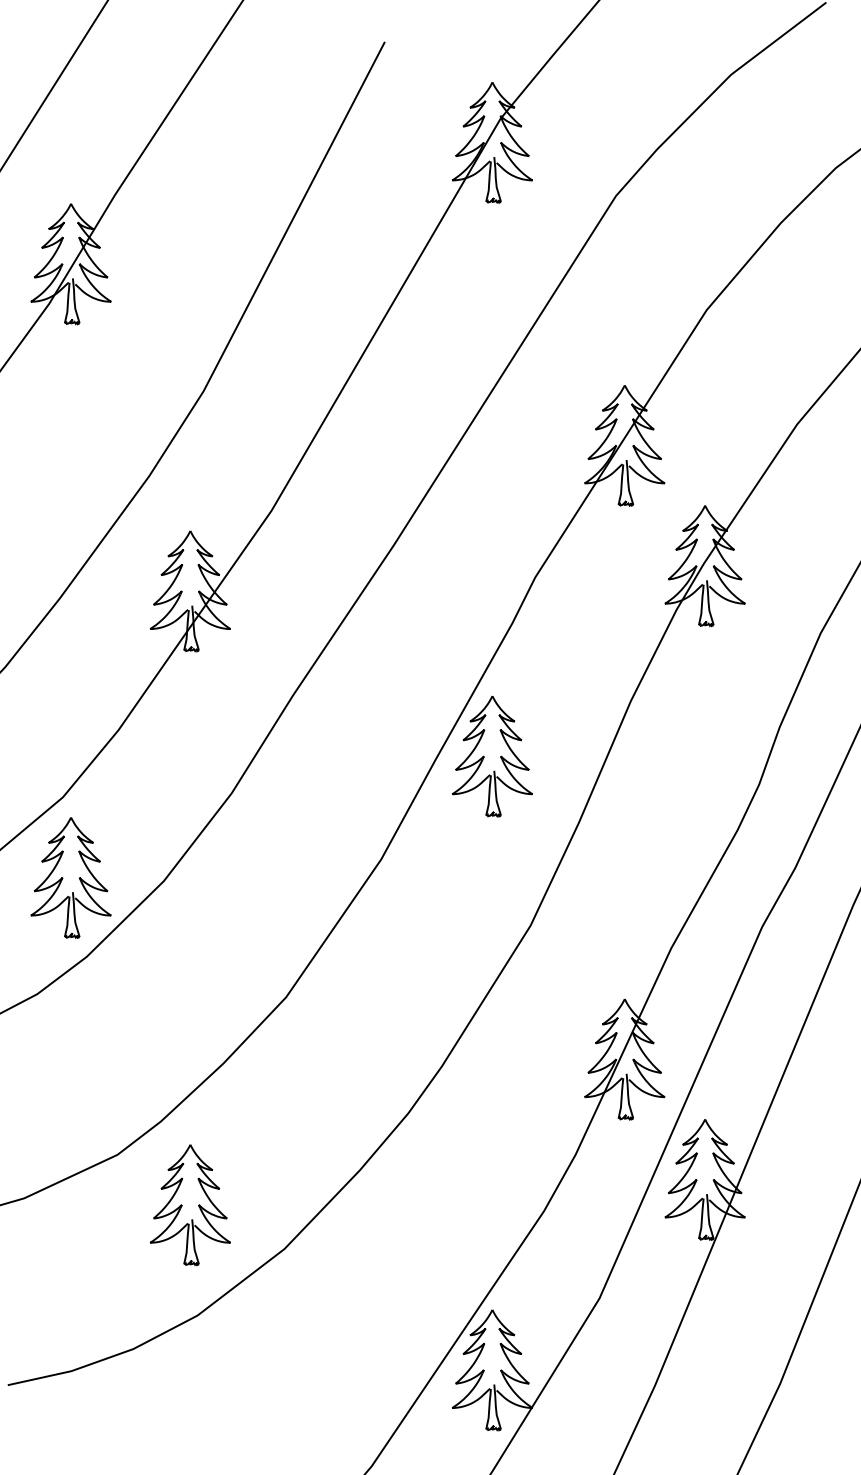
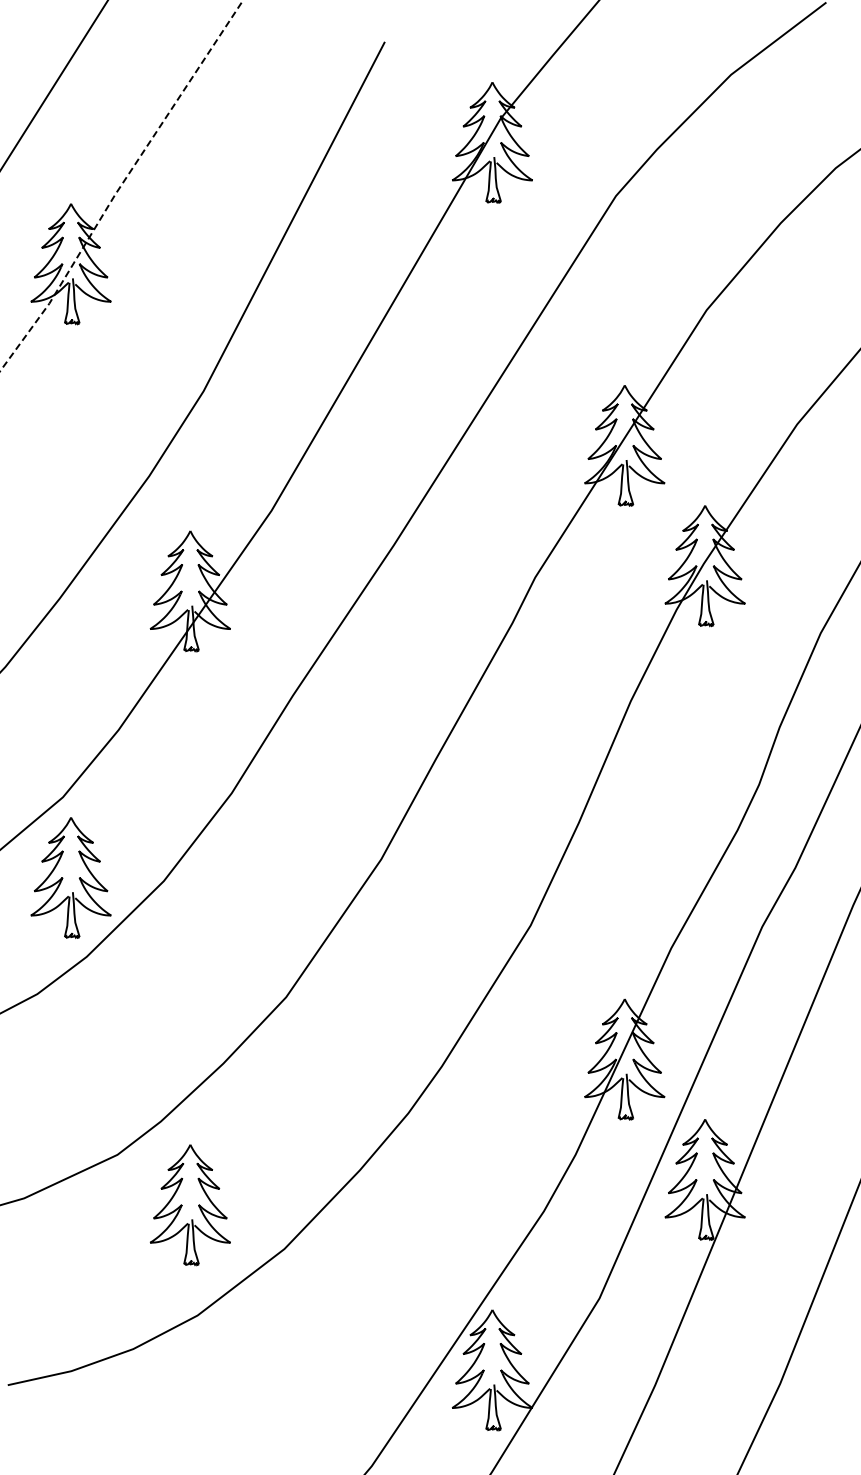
line at (120, 186): solid -> dashed
part at (492, 756): present -> none
